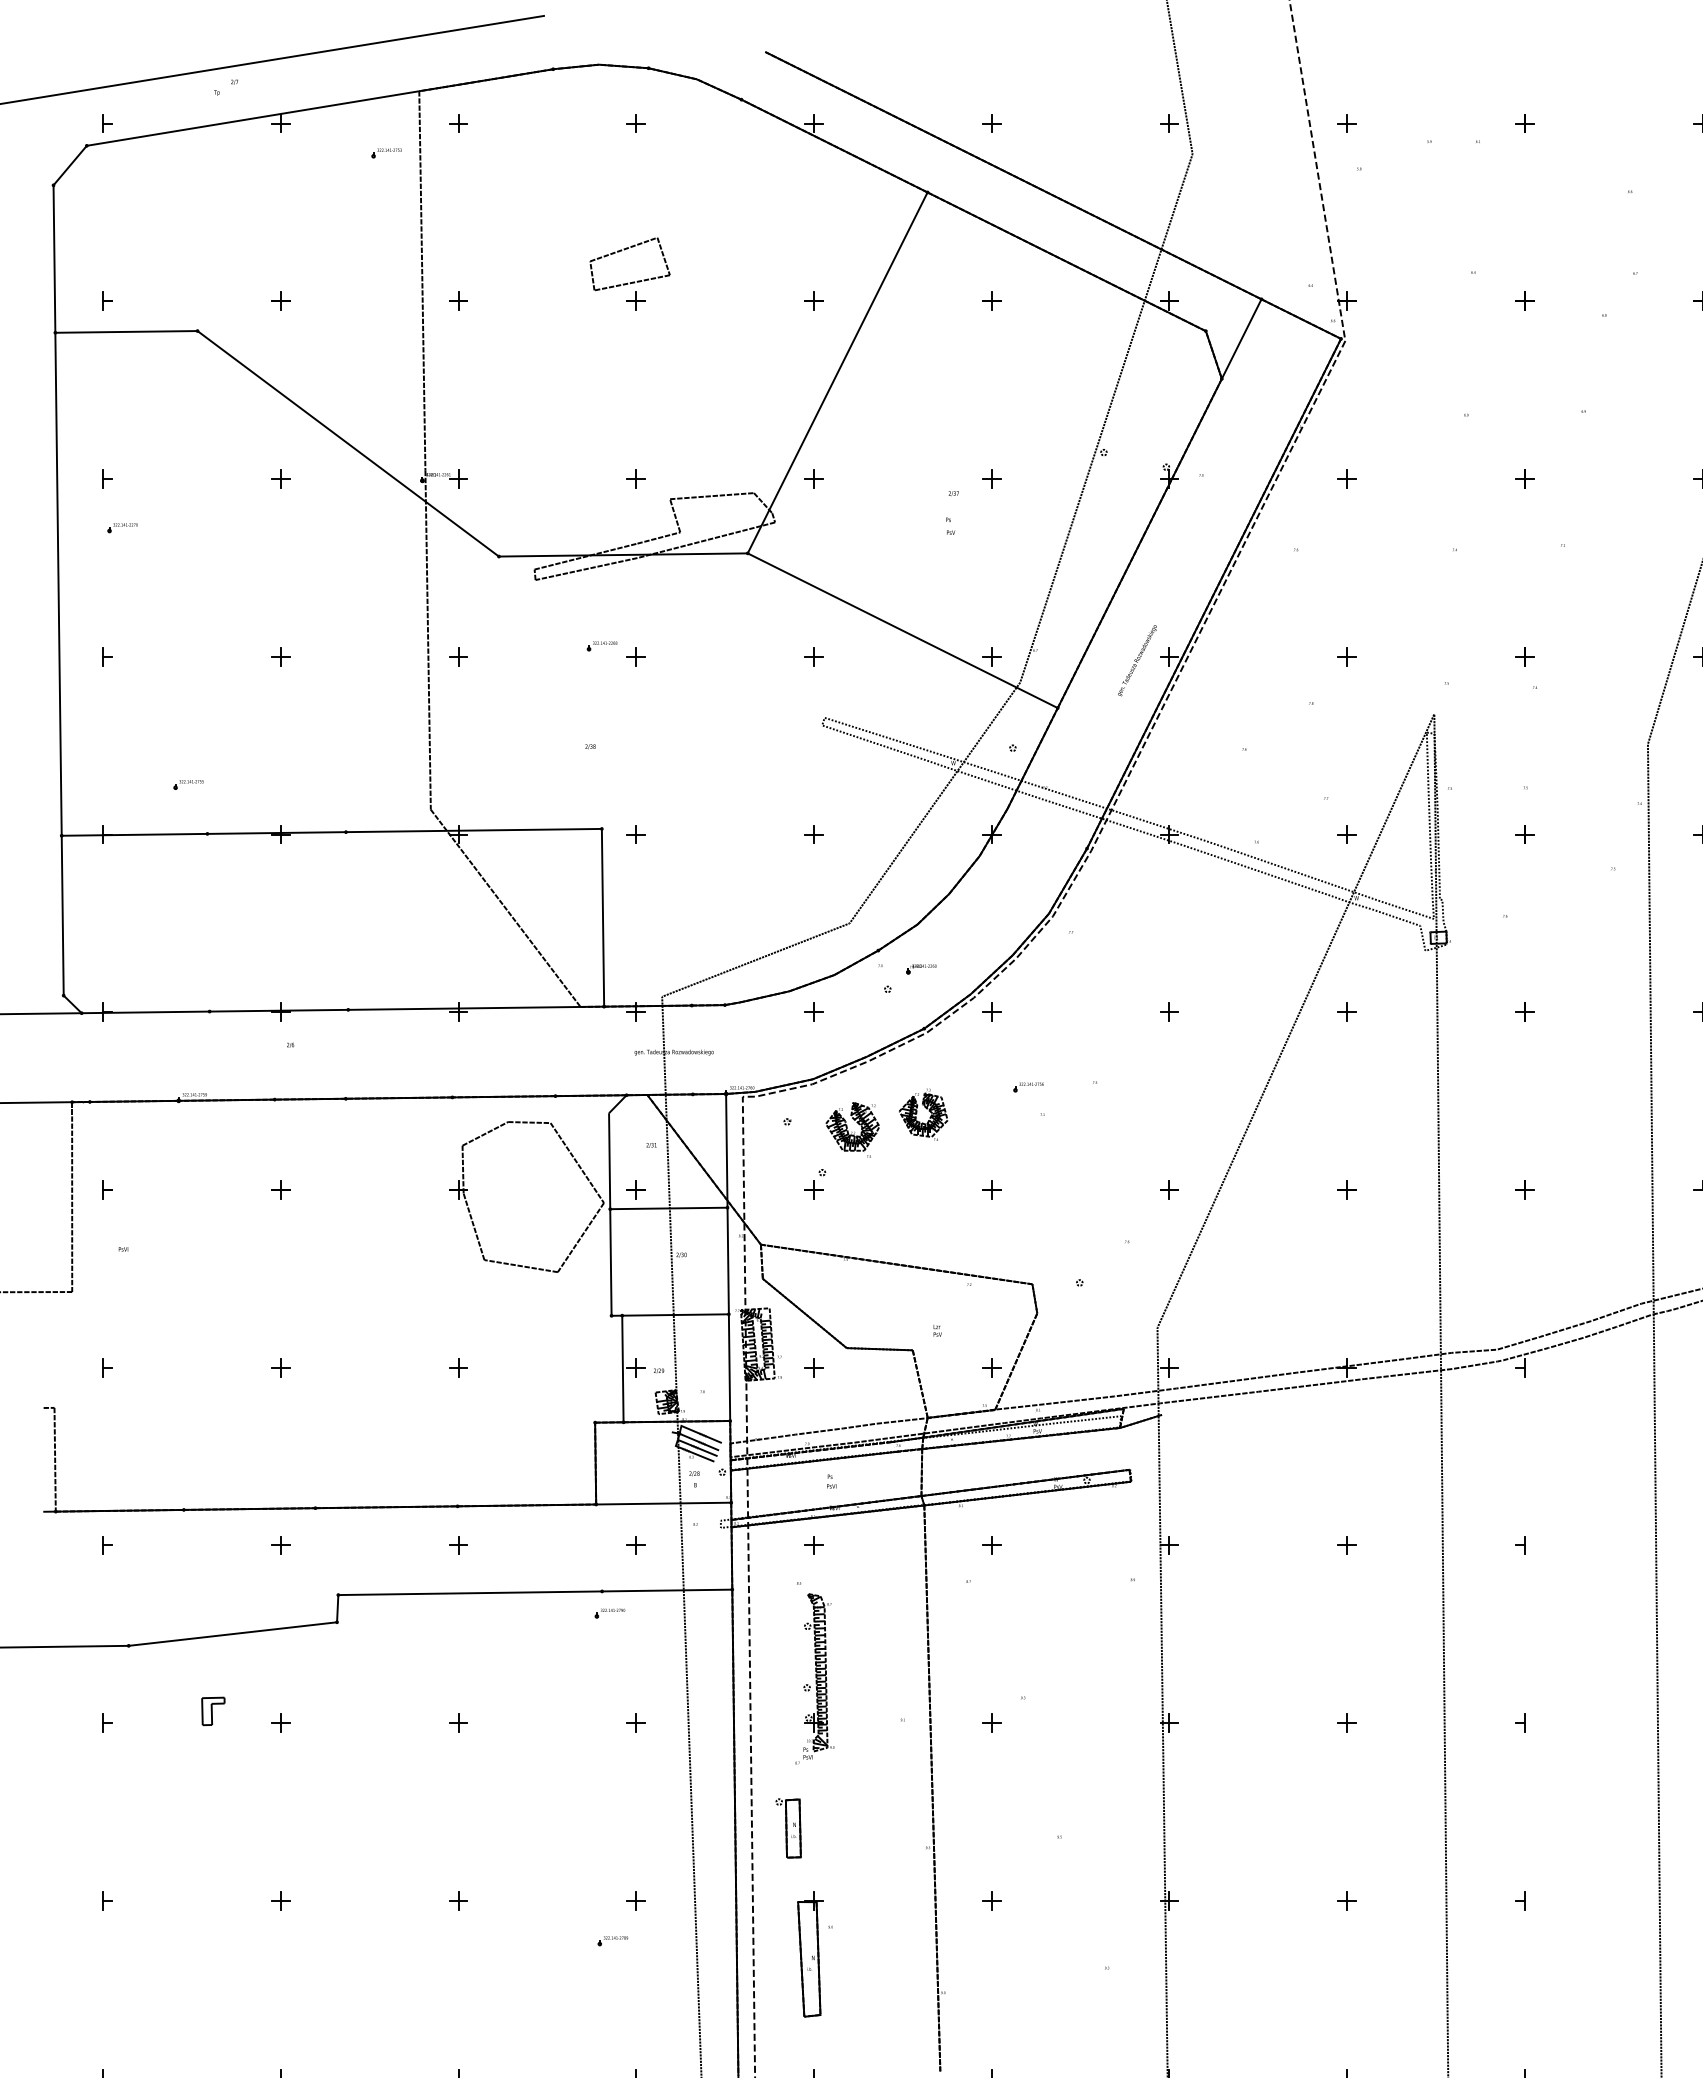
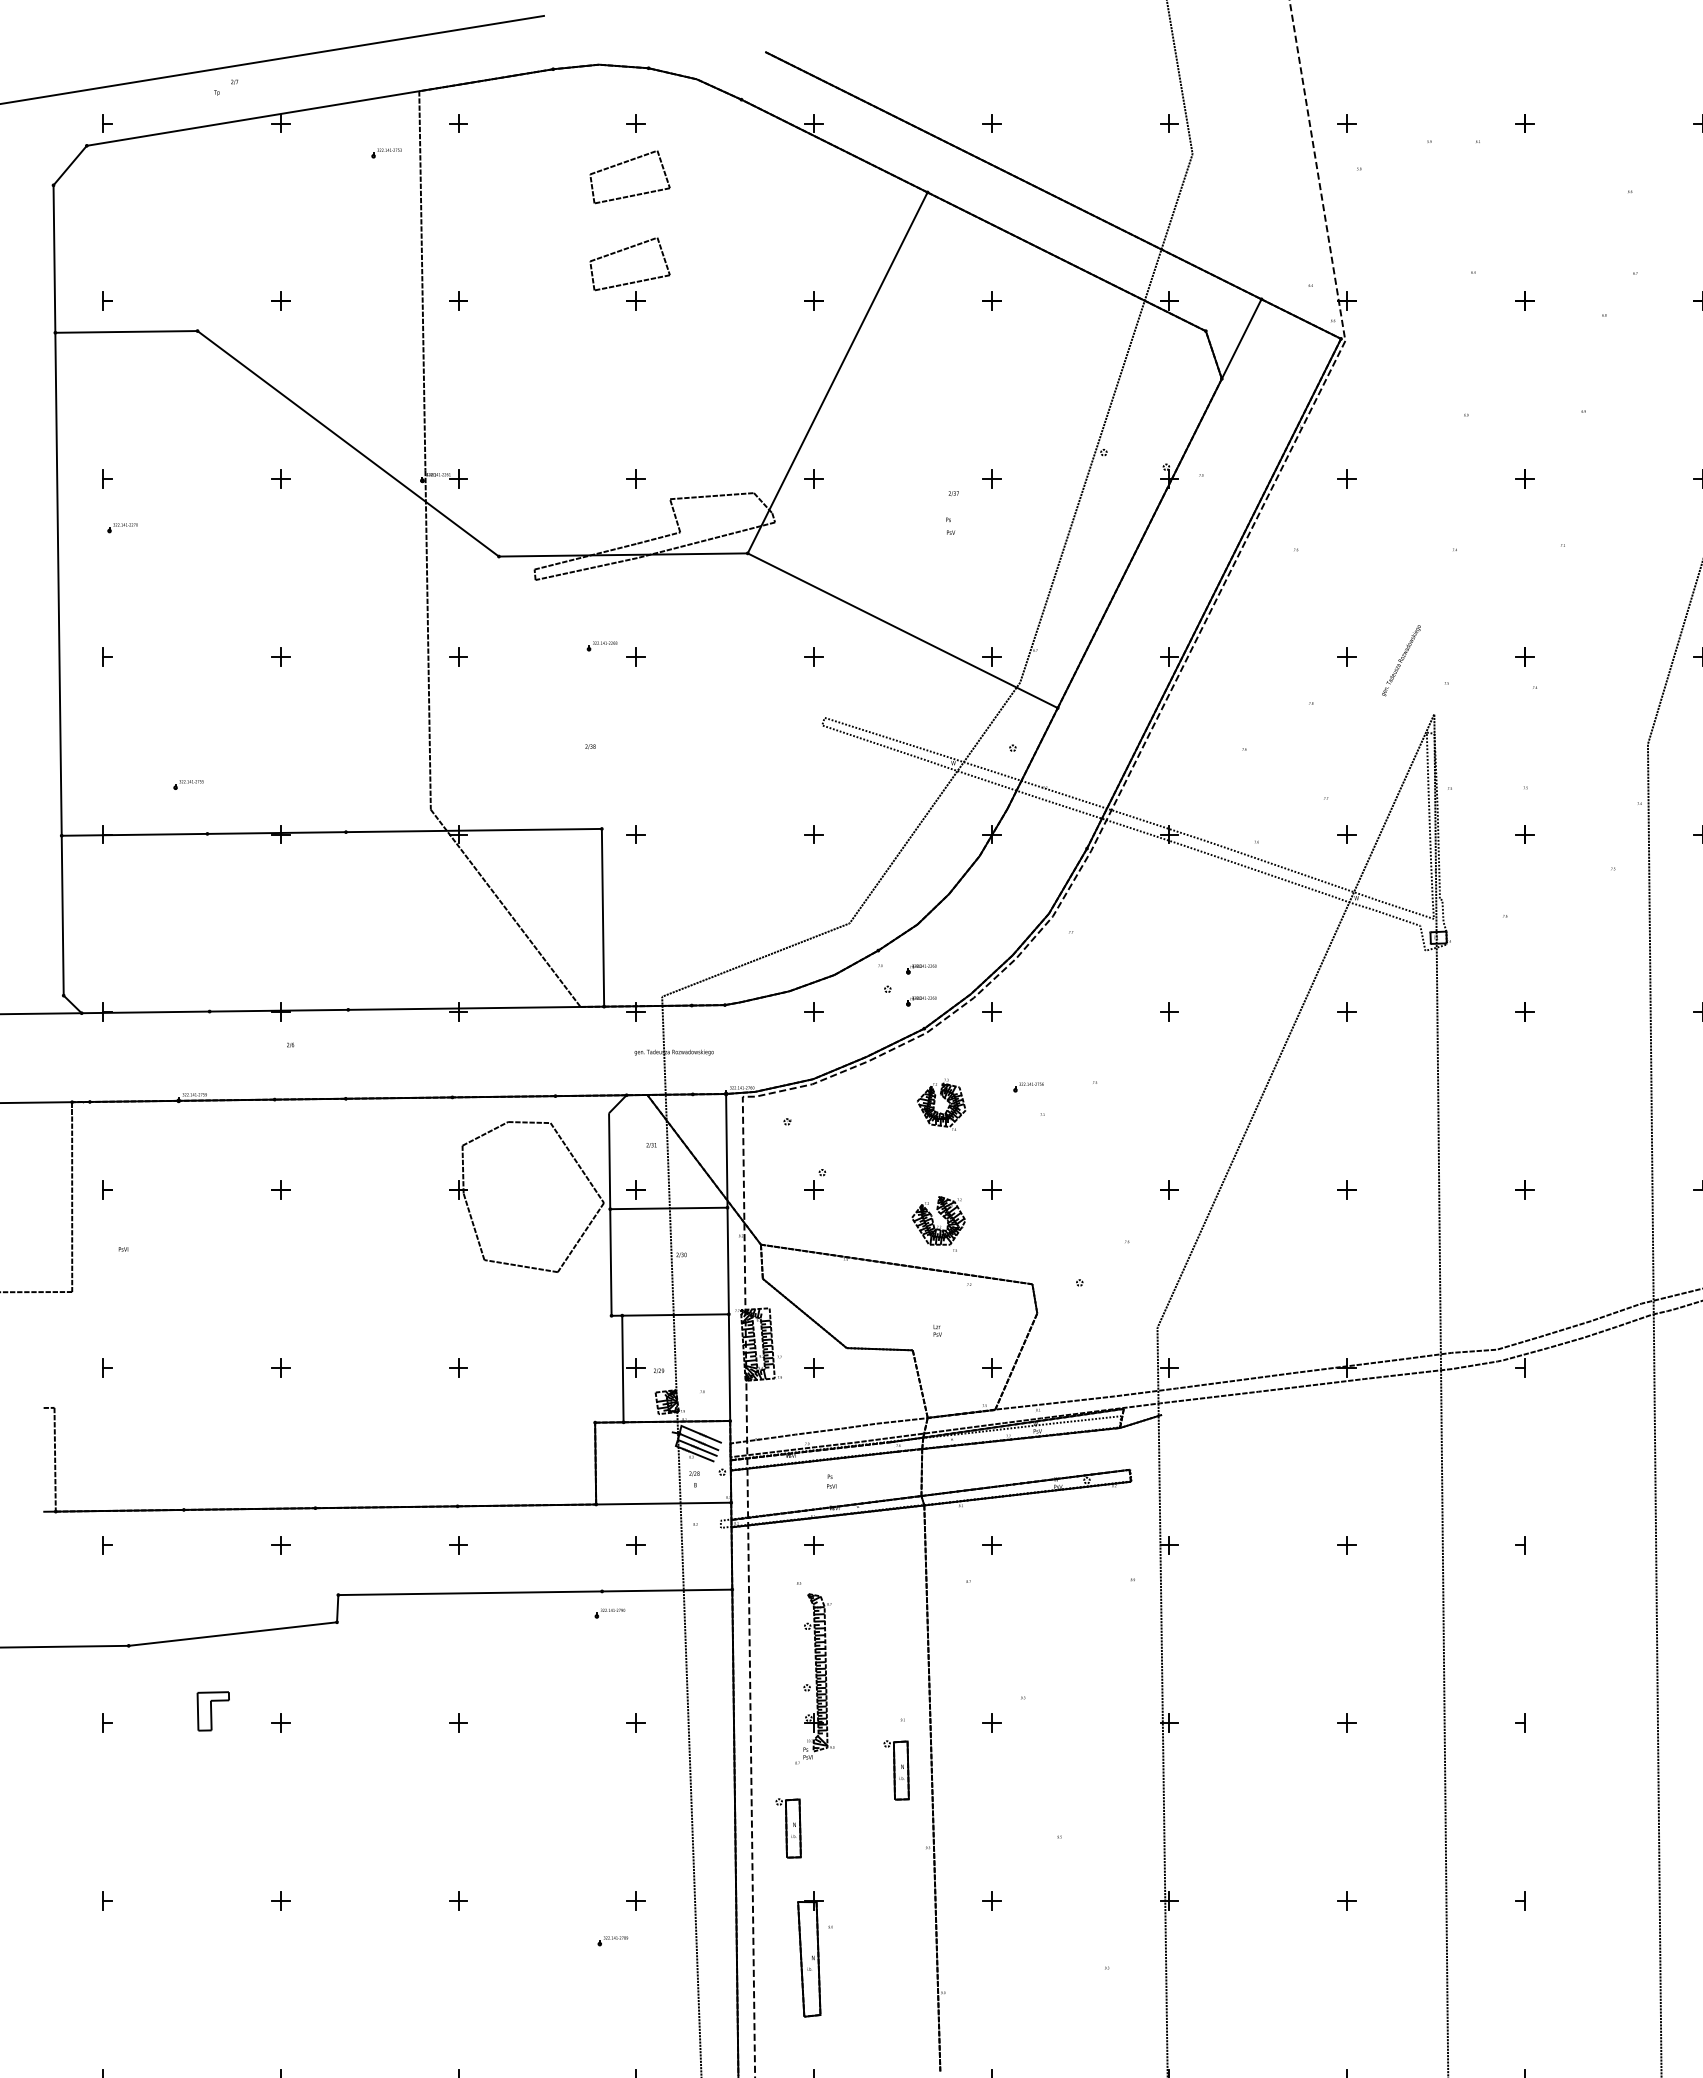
part at (624, 163): none -> present
text at (1137, 660) position: (1137, 660) -> (1401, 660)
part at (921, 1001): none -> present
part at (923, 1114) position: (923, 1114) -> (941, 1104)
part at (852, 1129) position: (852, 1129) -> (938, 1223)
part at (213, 1711) size: 25x31 px -> 34x41 px
part at (896, 1770): none -> present
